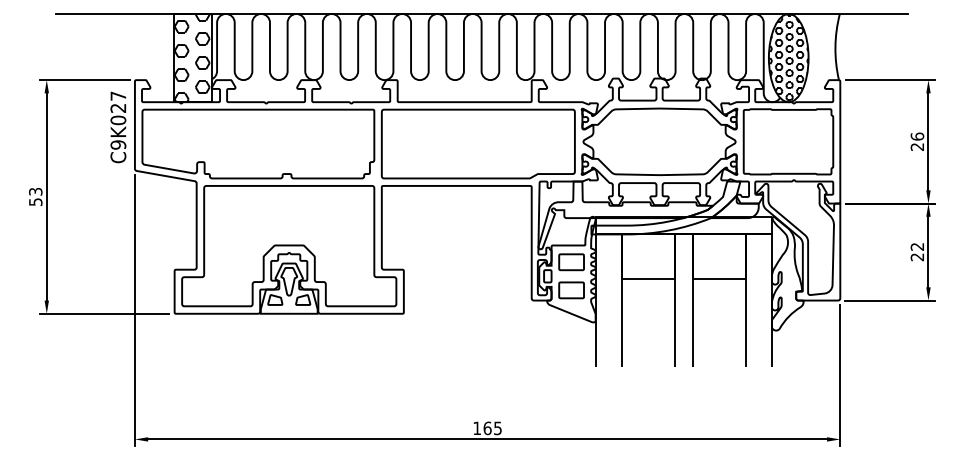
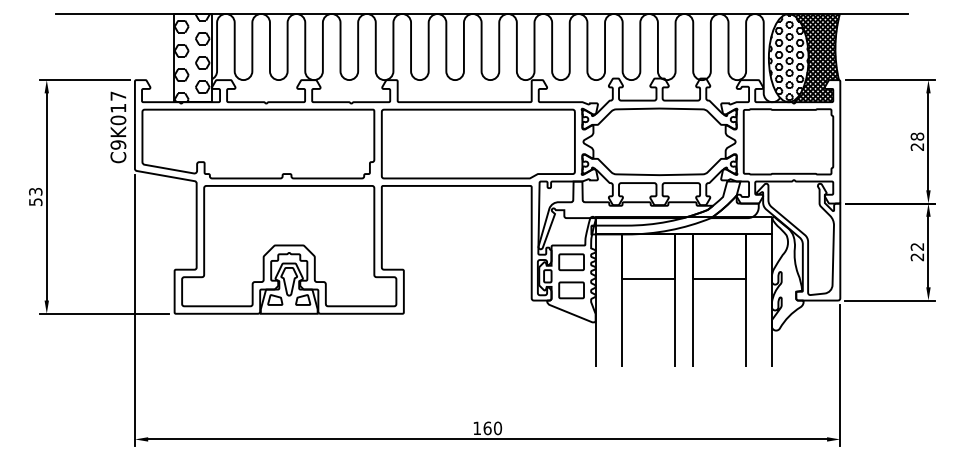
hatch at (813, 58): none -> present
text at (118, 108): C9K027 -> C9K017
text at (917, 136): 26 -> 28
text at (498, 428): 165 -> 160
